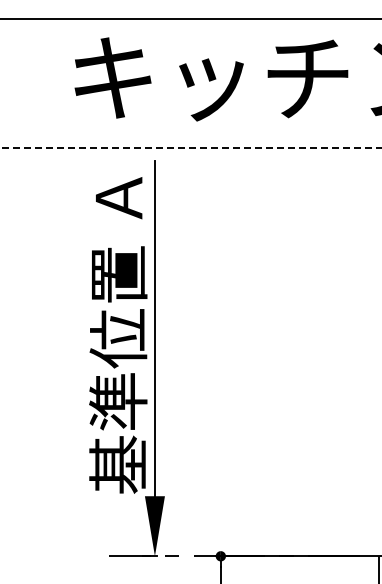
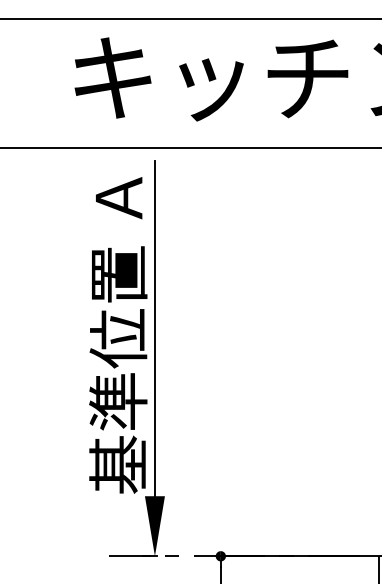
line at (191, 148): dashed -> solid
